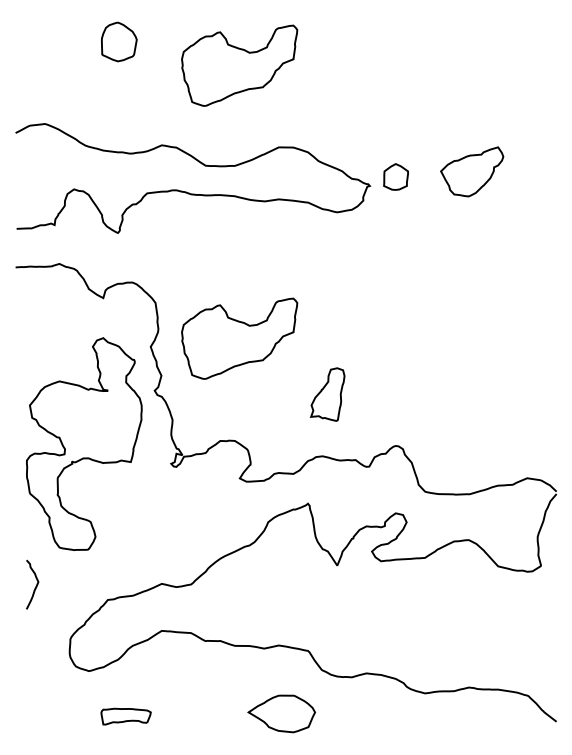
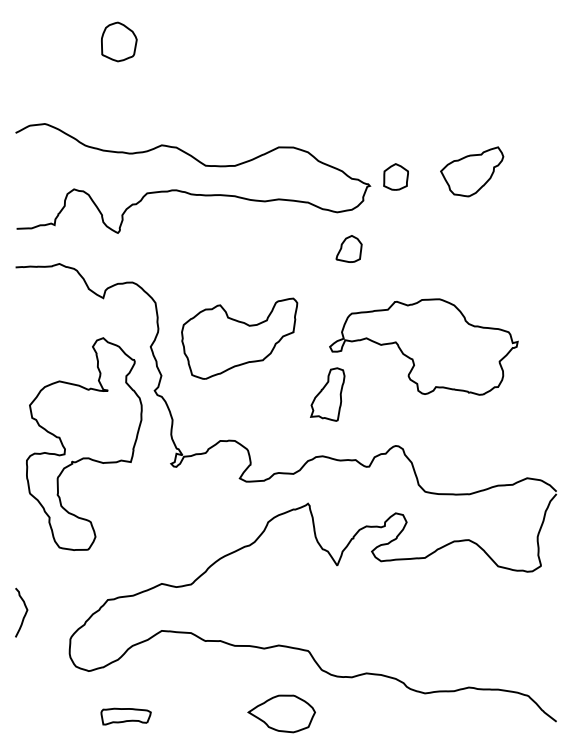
part at (239, 65): present -> none
part at (348, 248): none -> present
part at (423, 346): none -> present
curve at (35, 586) position: (35, 586) -> (24, 614)
